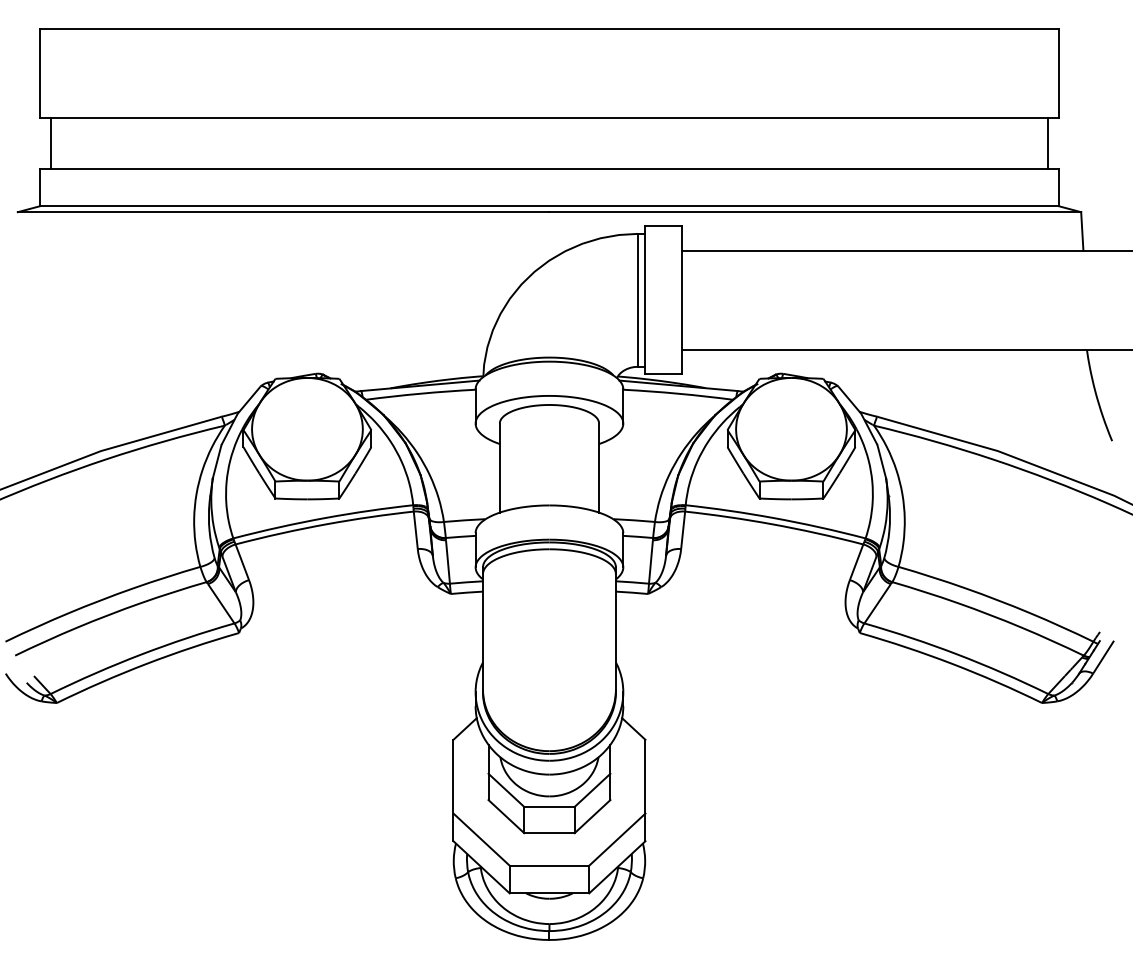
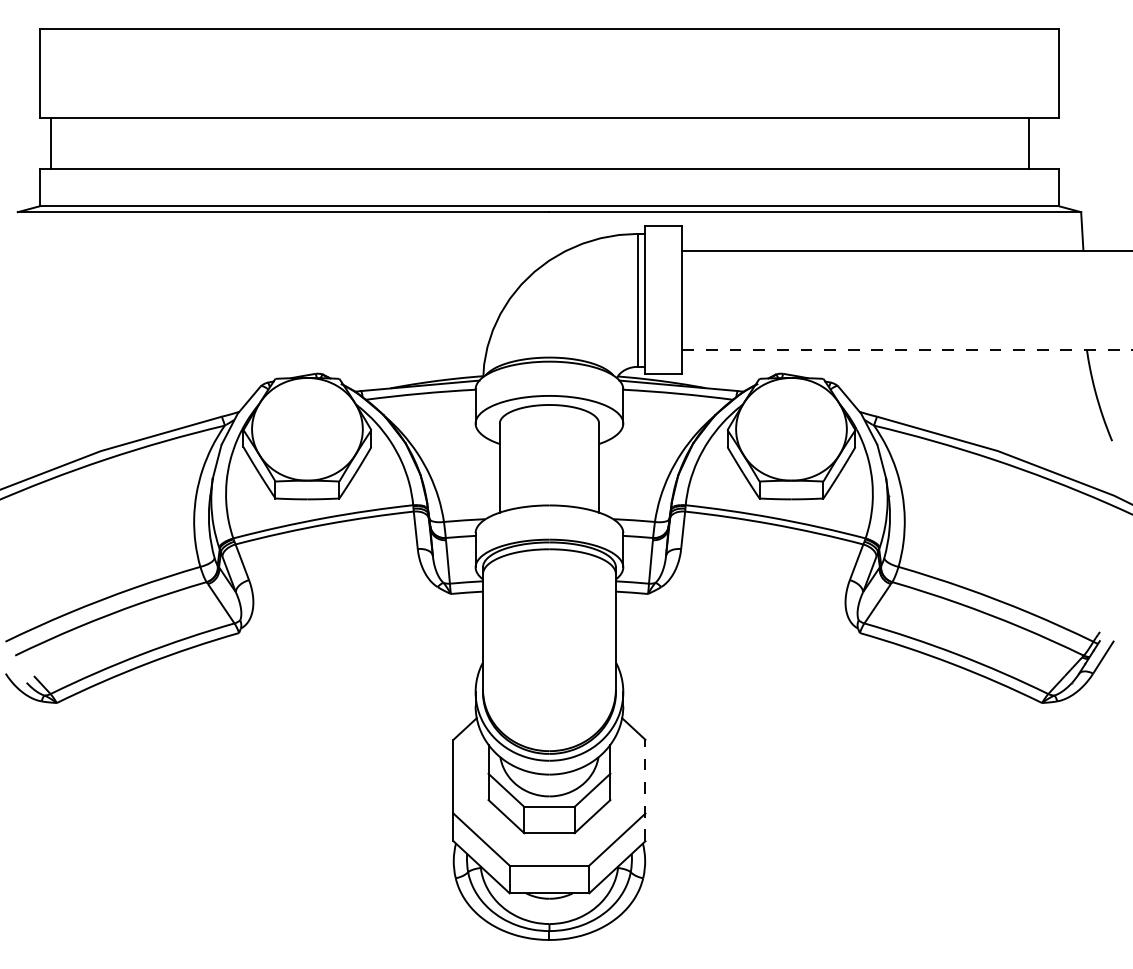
line at (1048, 143) position: (1048, 143) -> (1029, 143)
line at (907, 349): solid -> dashed
line at (645, 790): solid -> dashed
